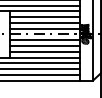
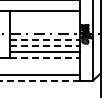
line at (40, 5): present -> none
line at (44, 17): present -> none
line at (44, 22): present -> none
line at (44, 28): present -> none
line at (44, 40): solid -> dashed
line at (44, 46): solid -> dashed
line at (44, 57): solid -> dashed
line at (40, 63): present -> none
line at (40, 69): present -> none
line at (40, 80): solid -> dashed
